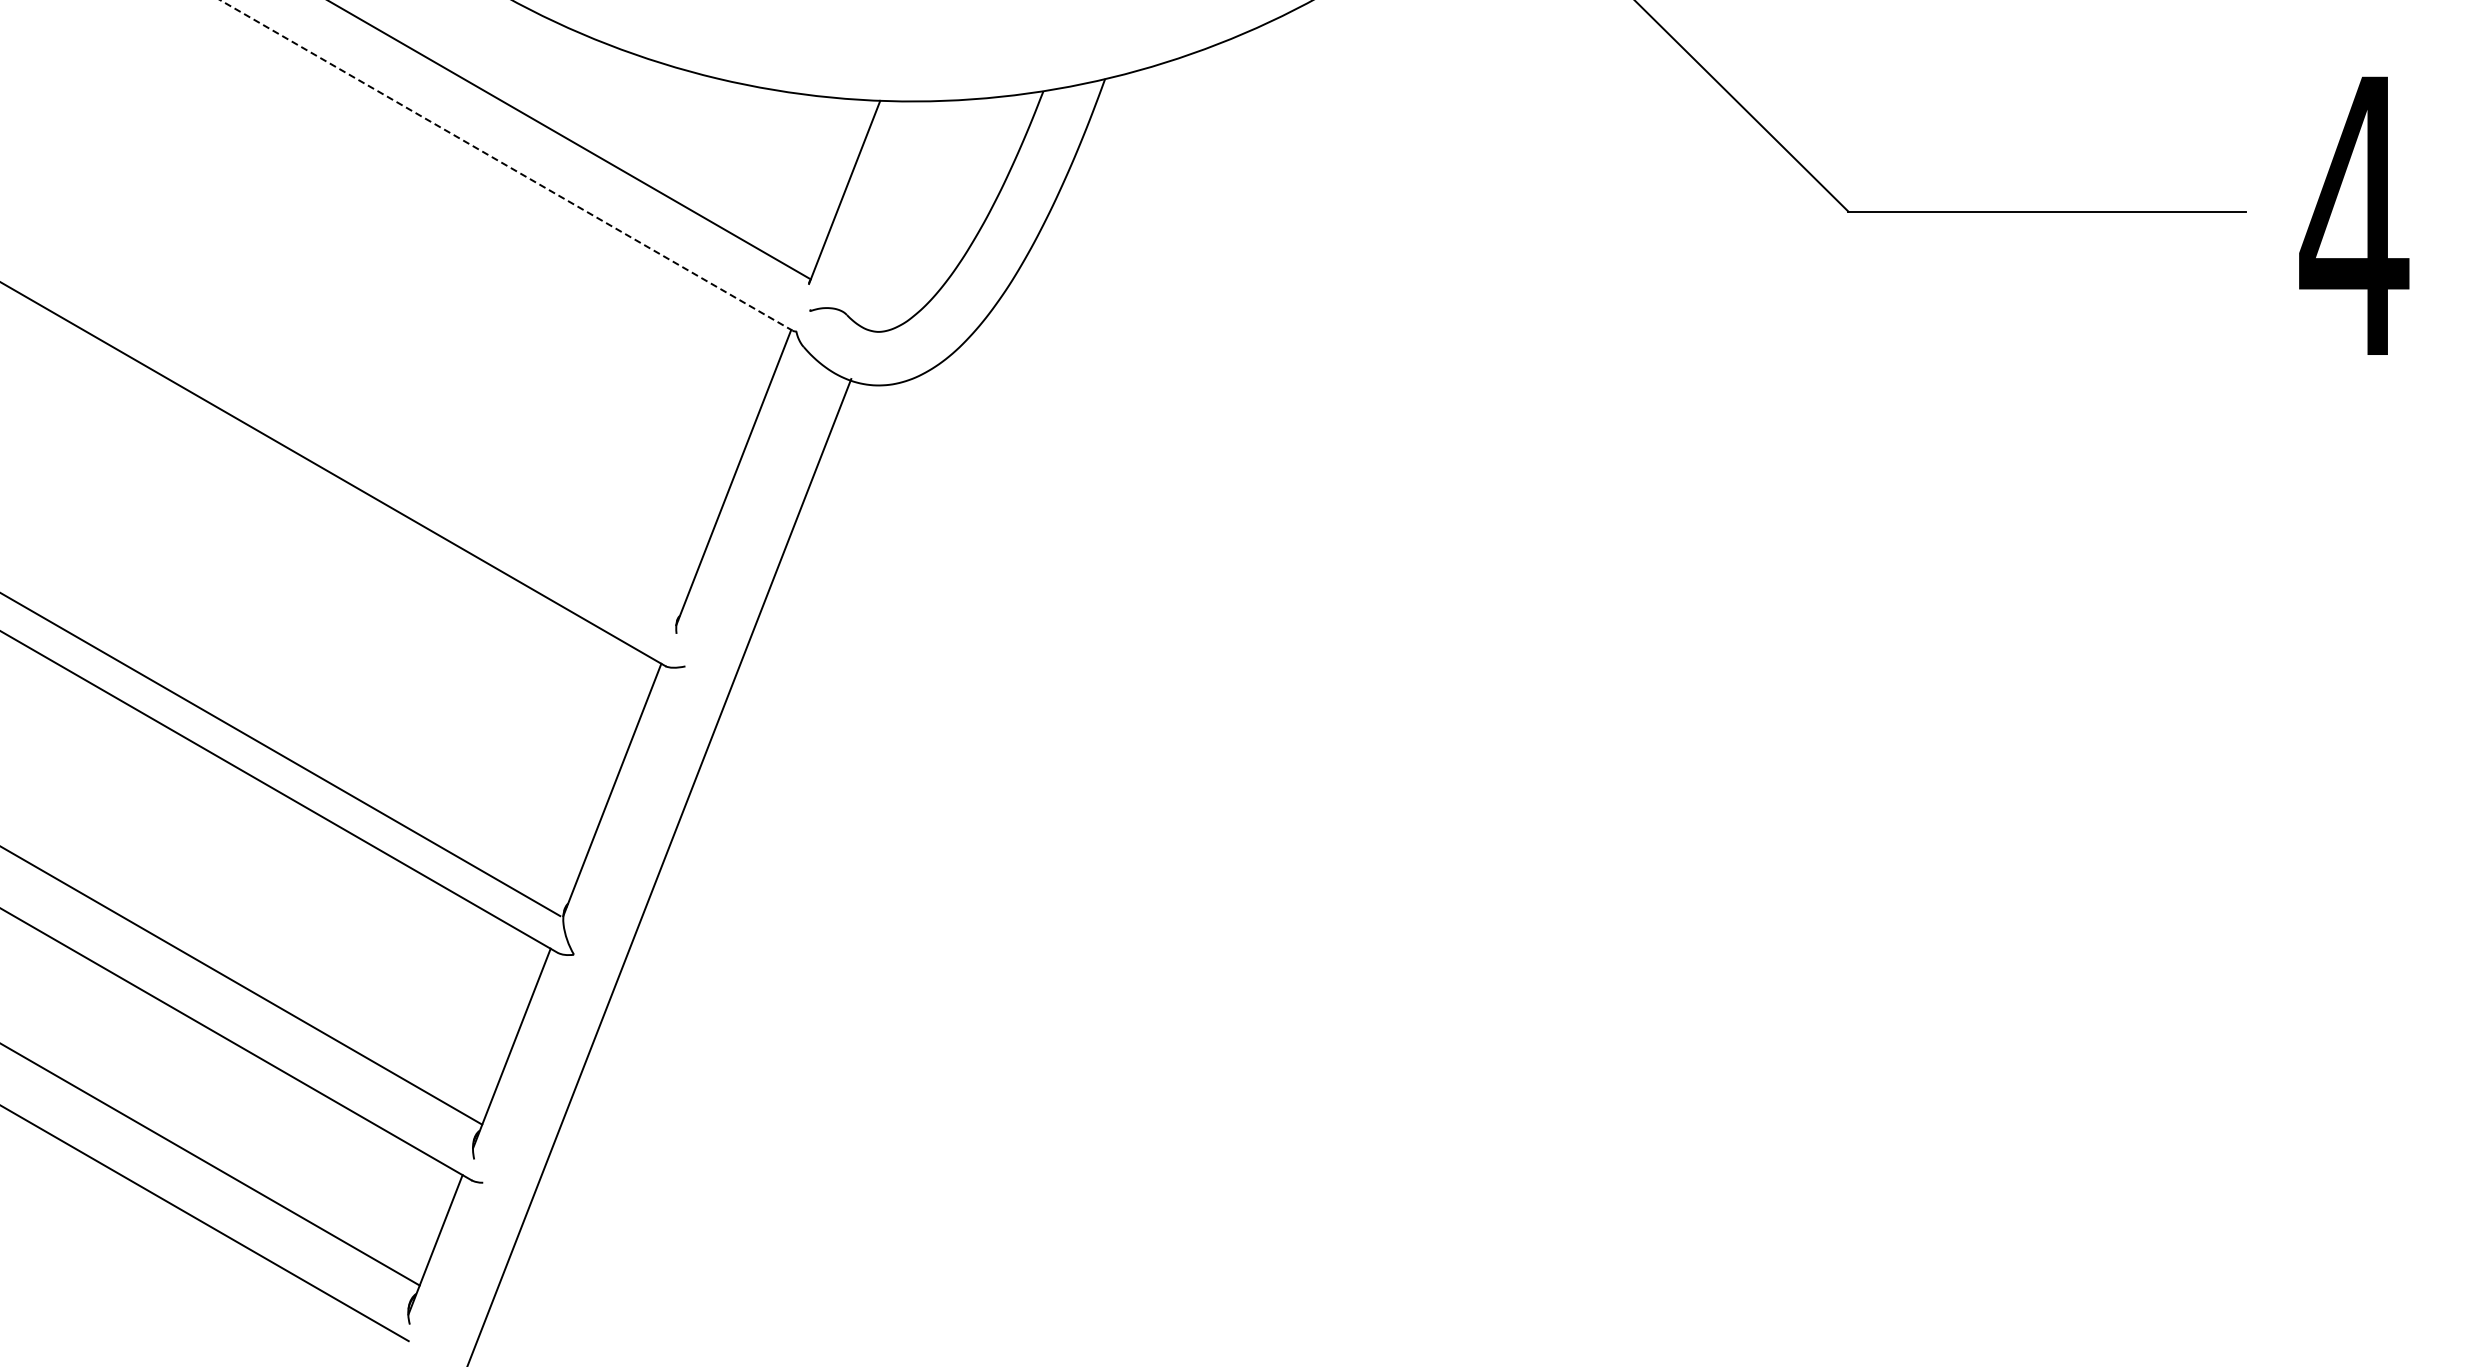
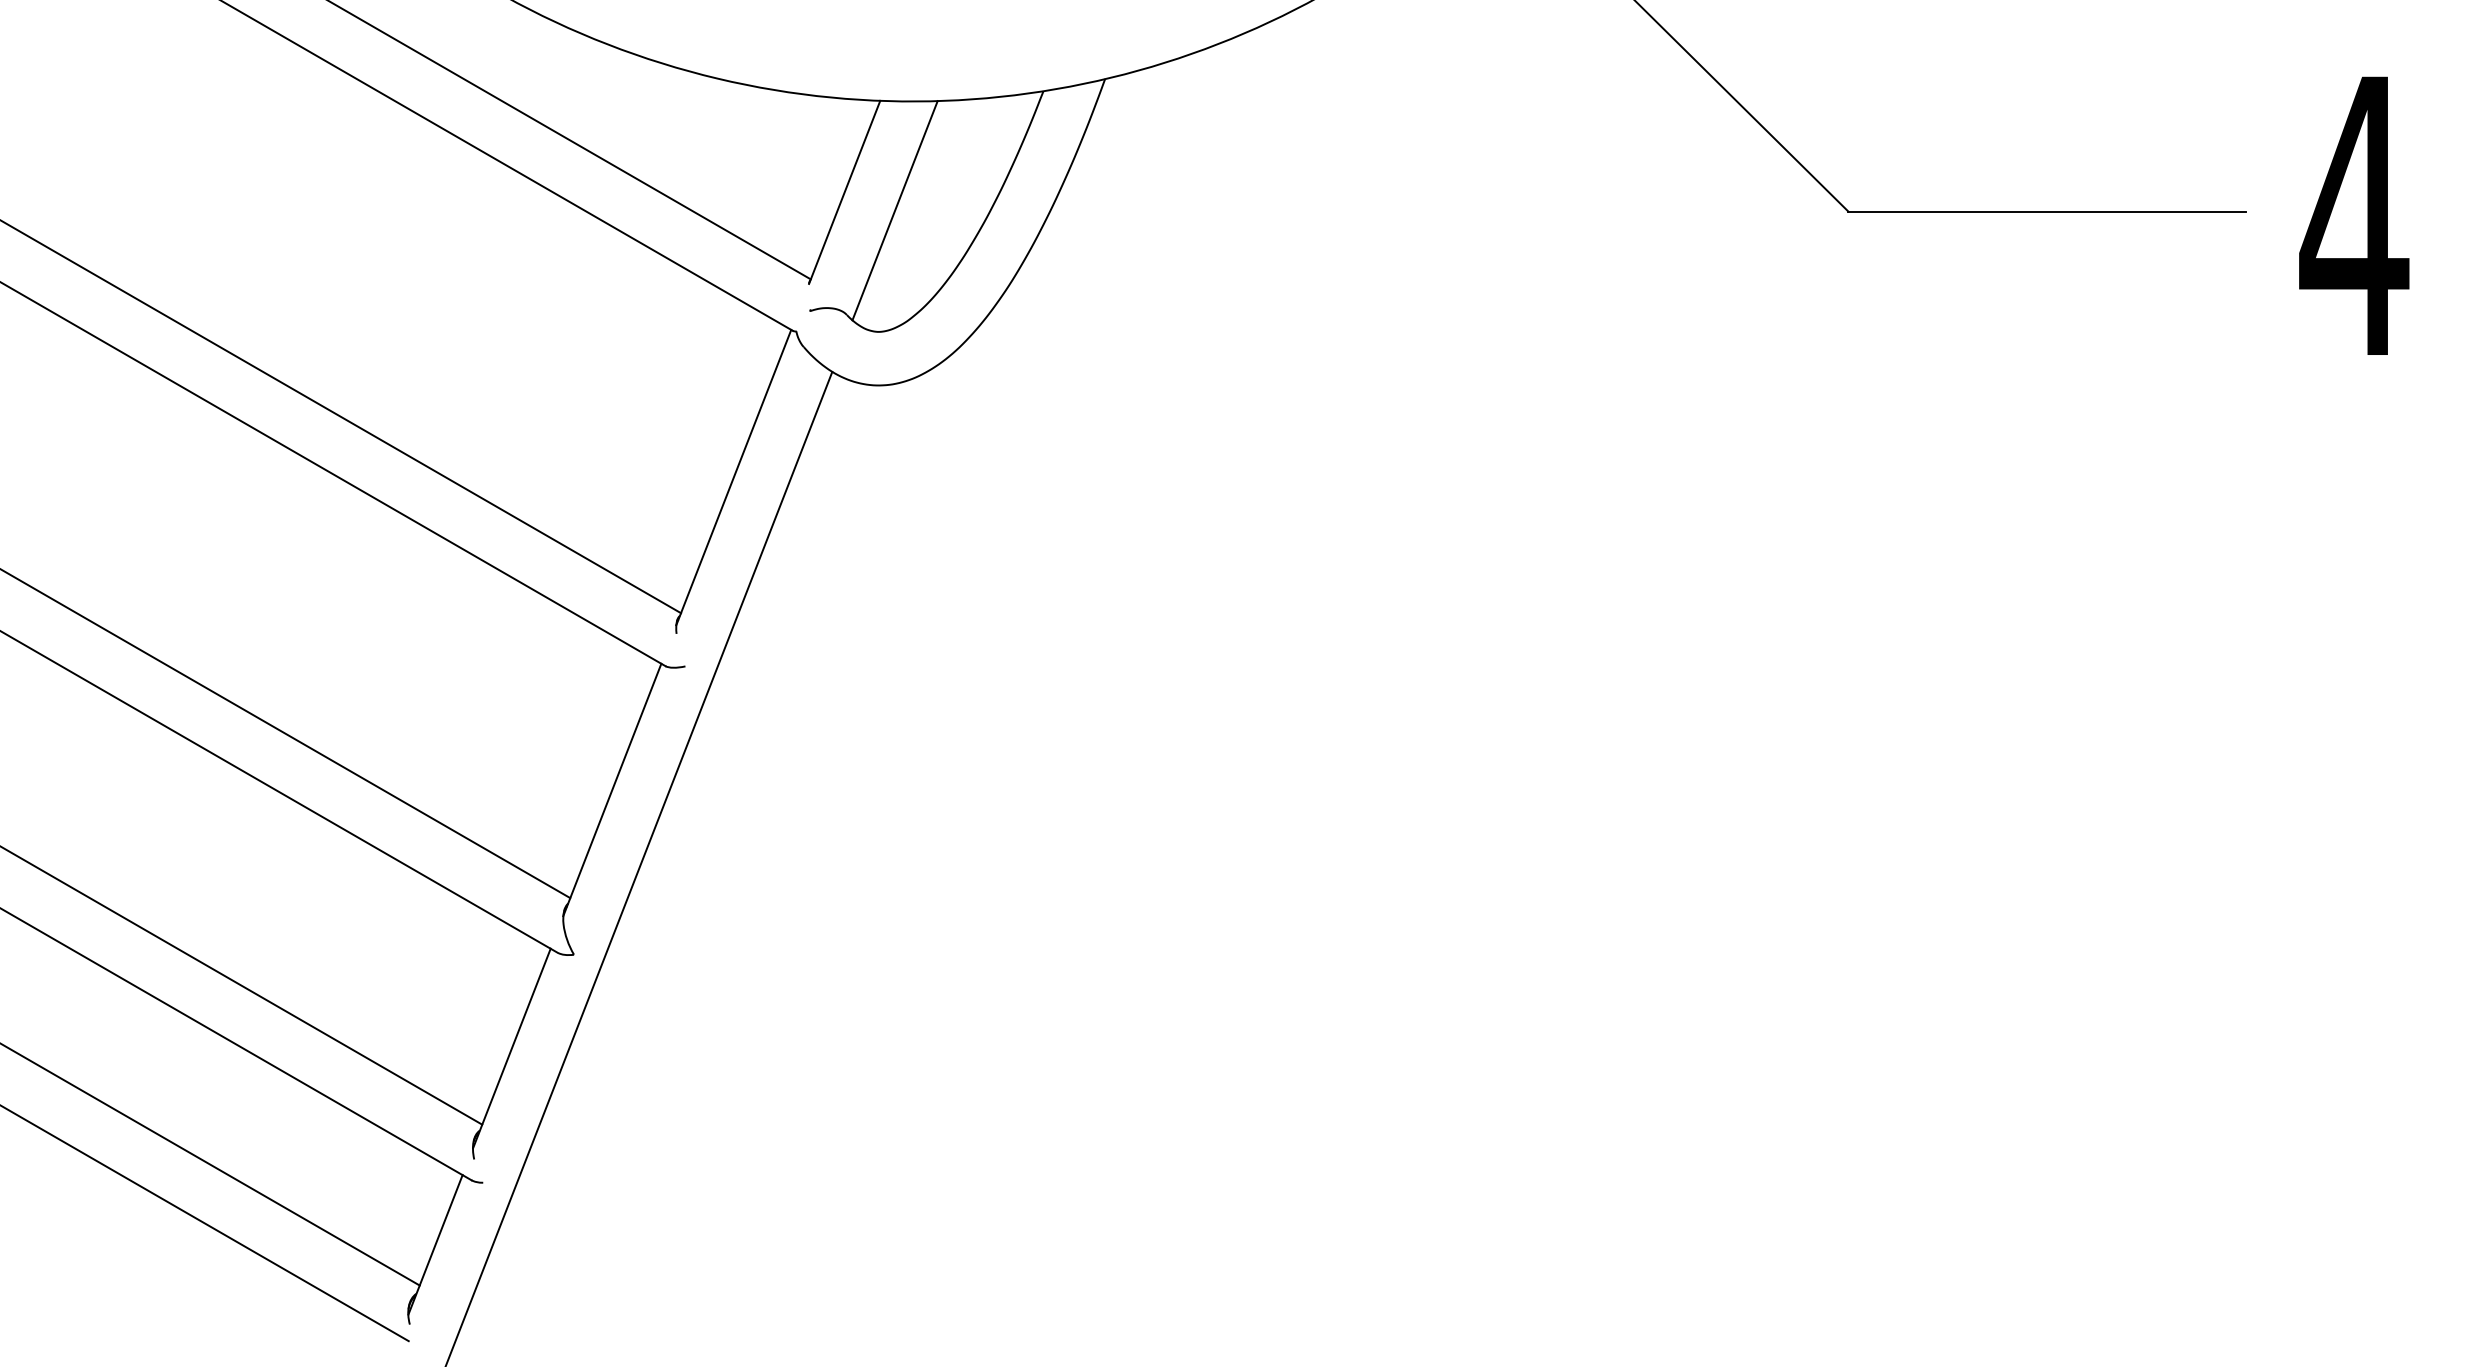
line at (507, 165): dashed -> solid
line at (894, 210): none -> present
line at (341, 417): none -> present
line at (281, 754) position: (281, 754) -> (286, 734)
line at (659, 871) position: (659, 871) -> (639, 867)
